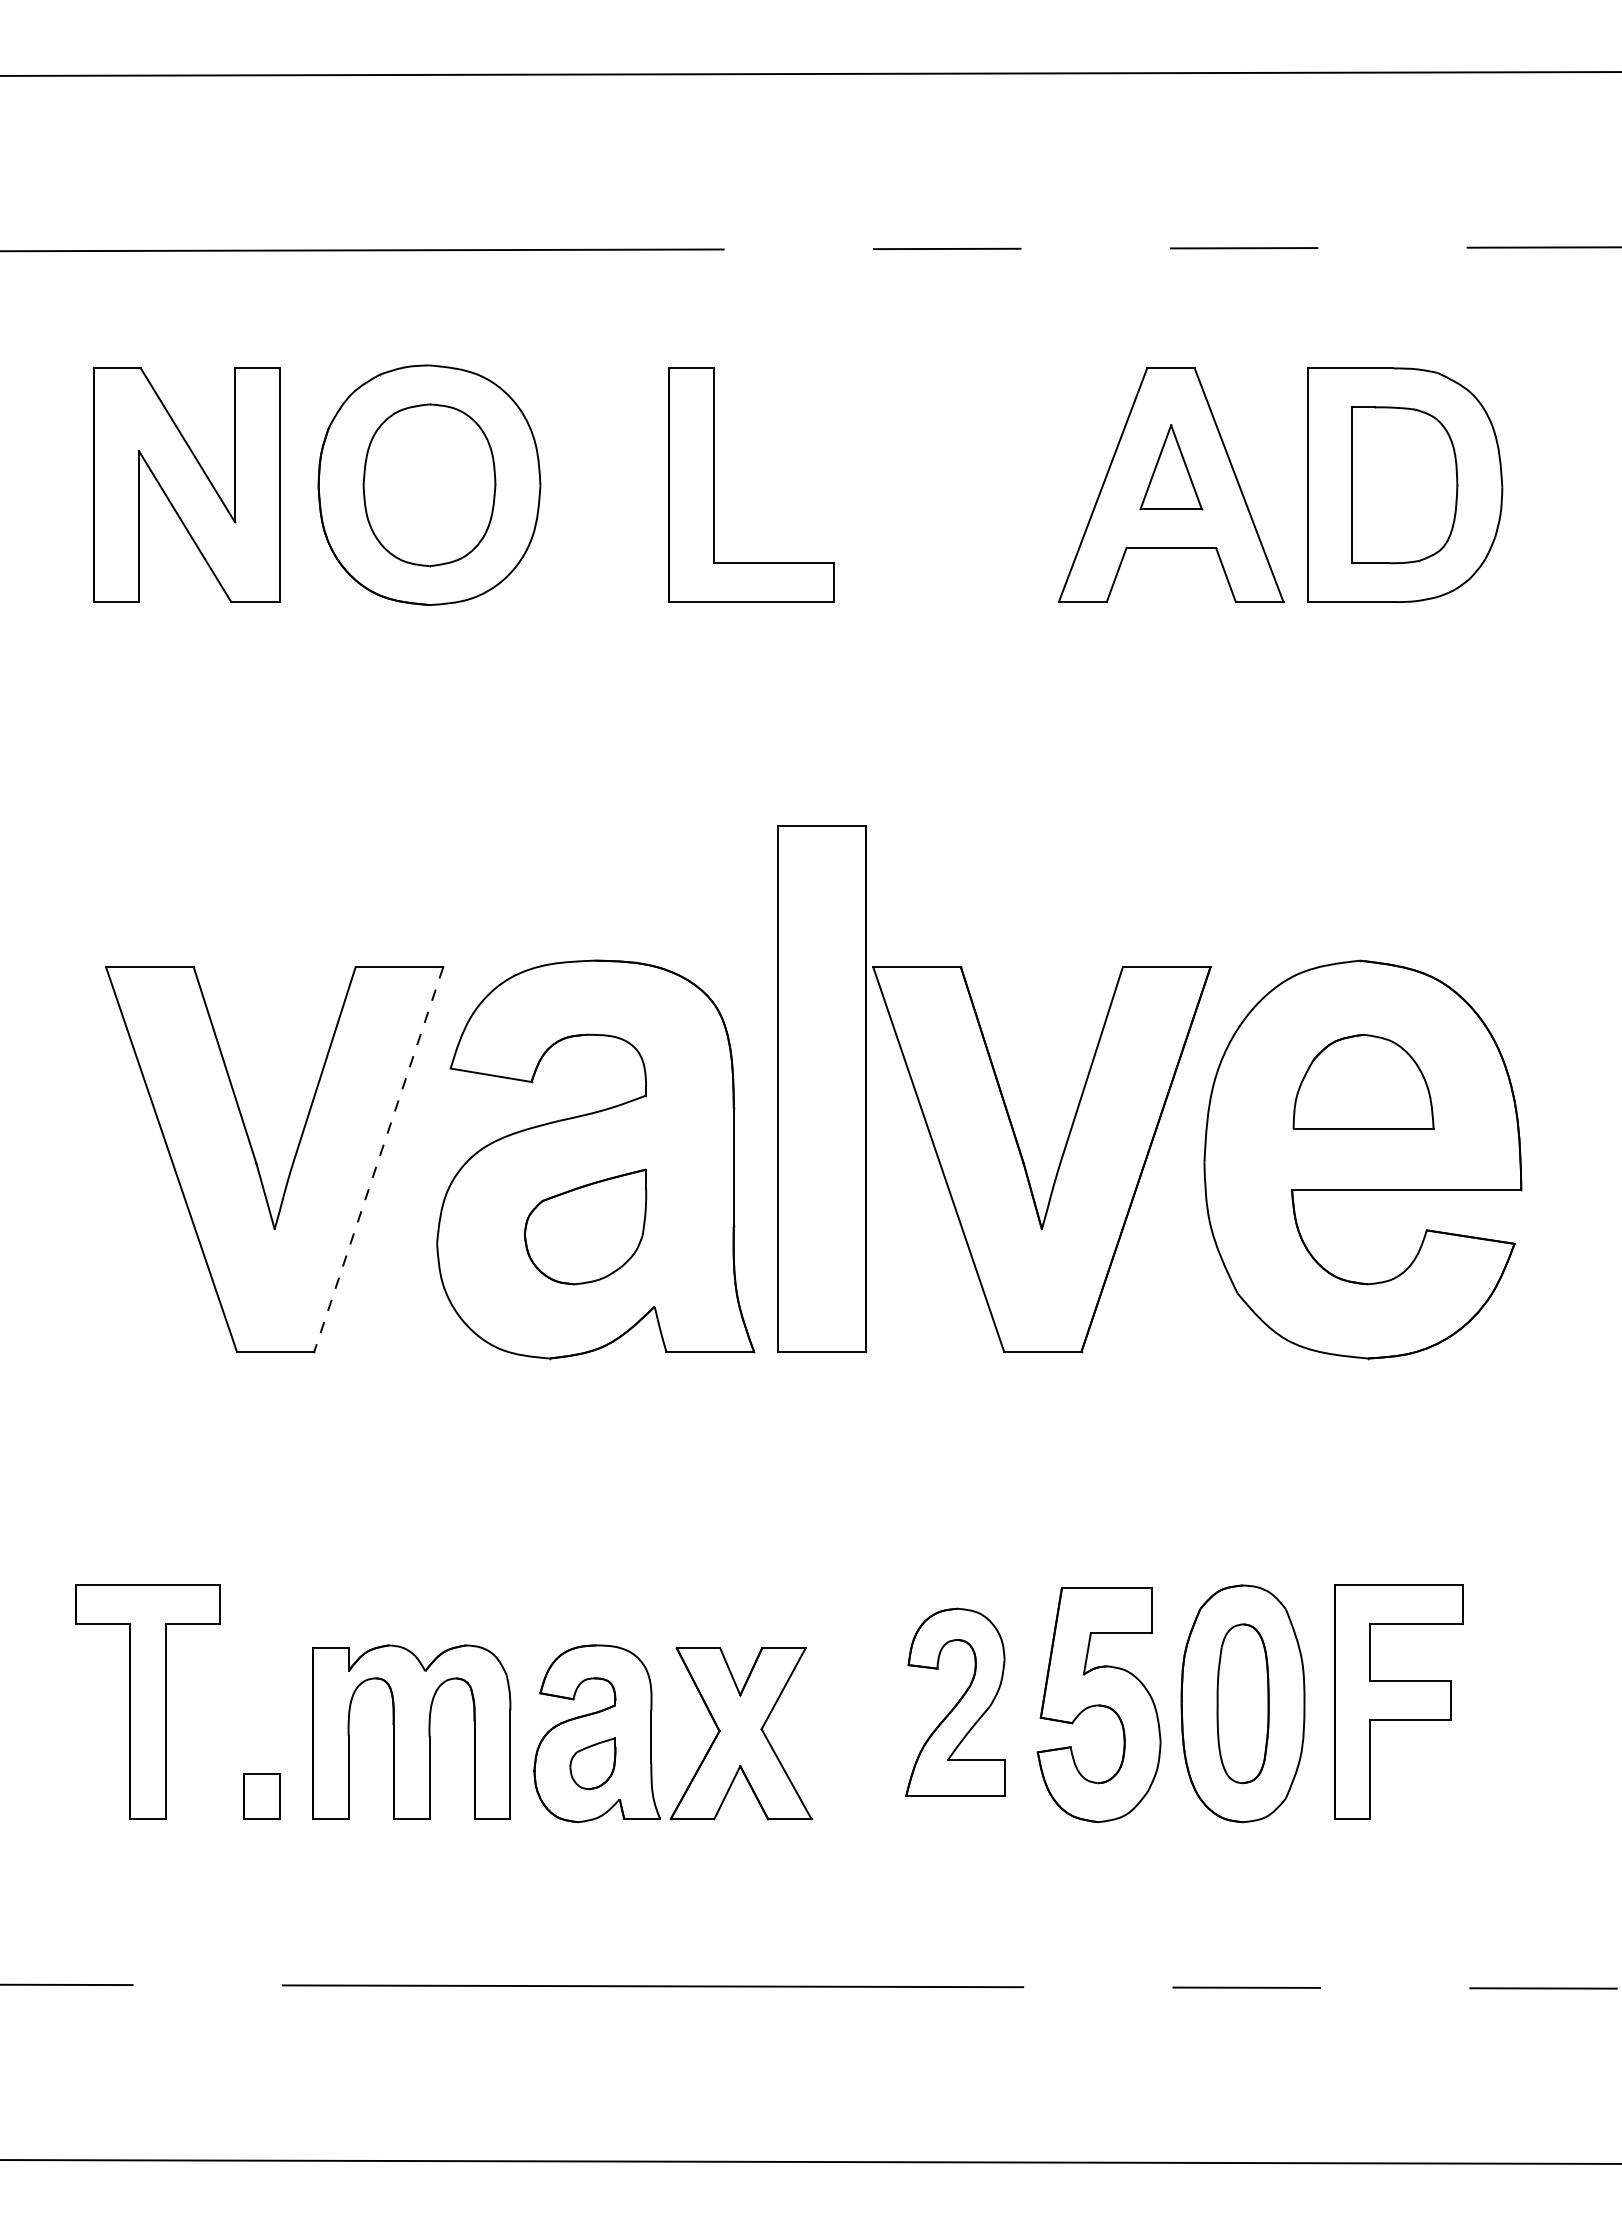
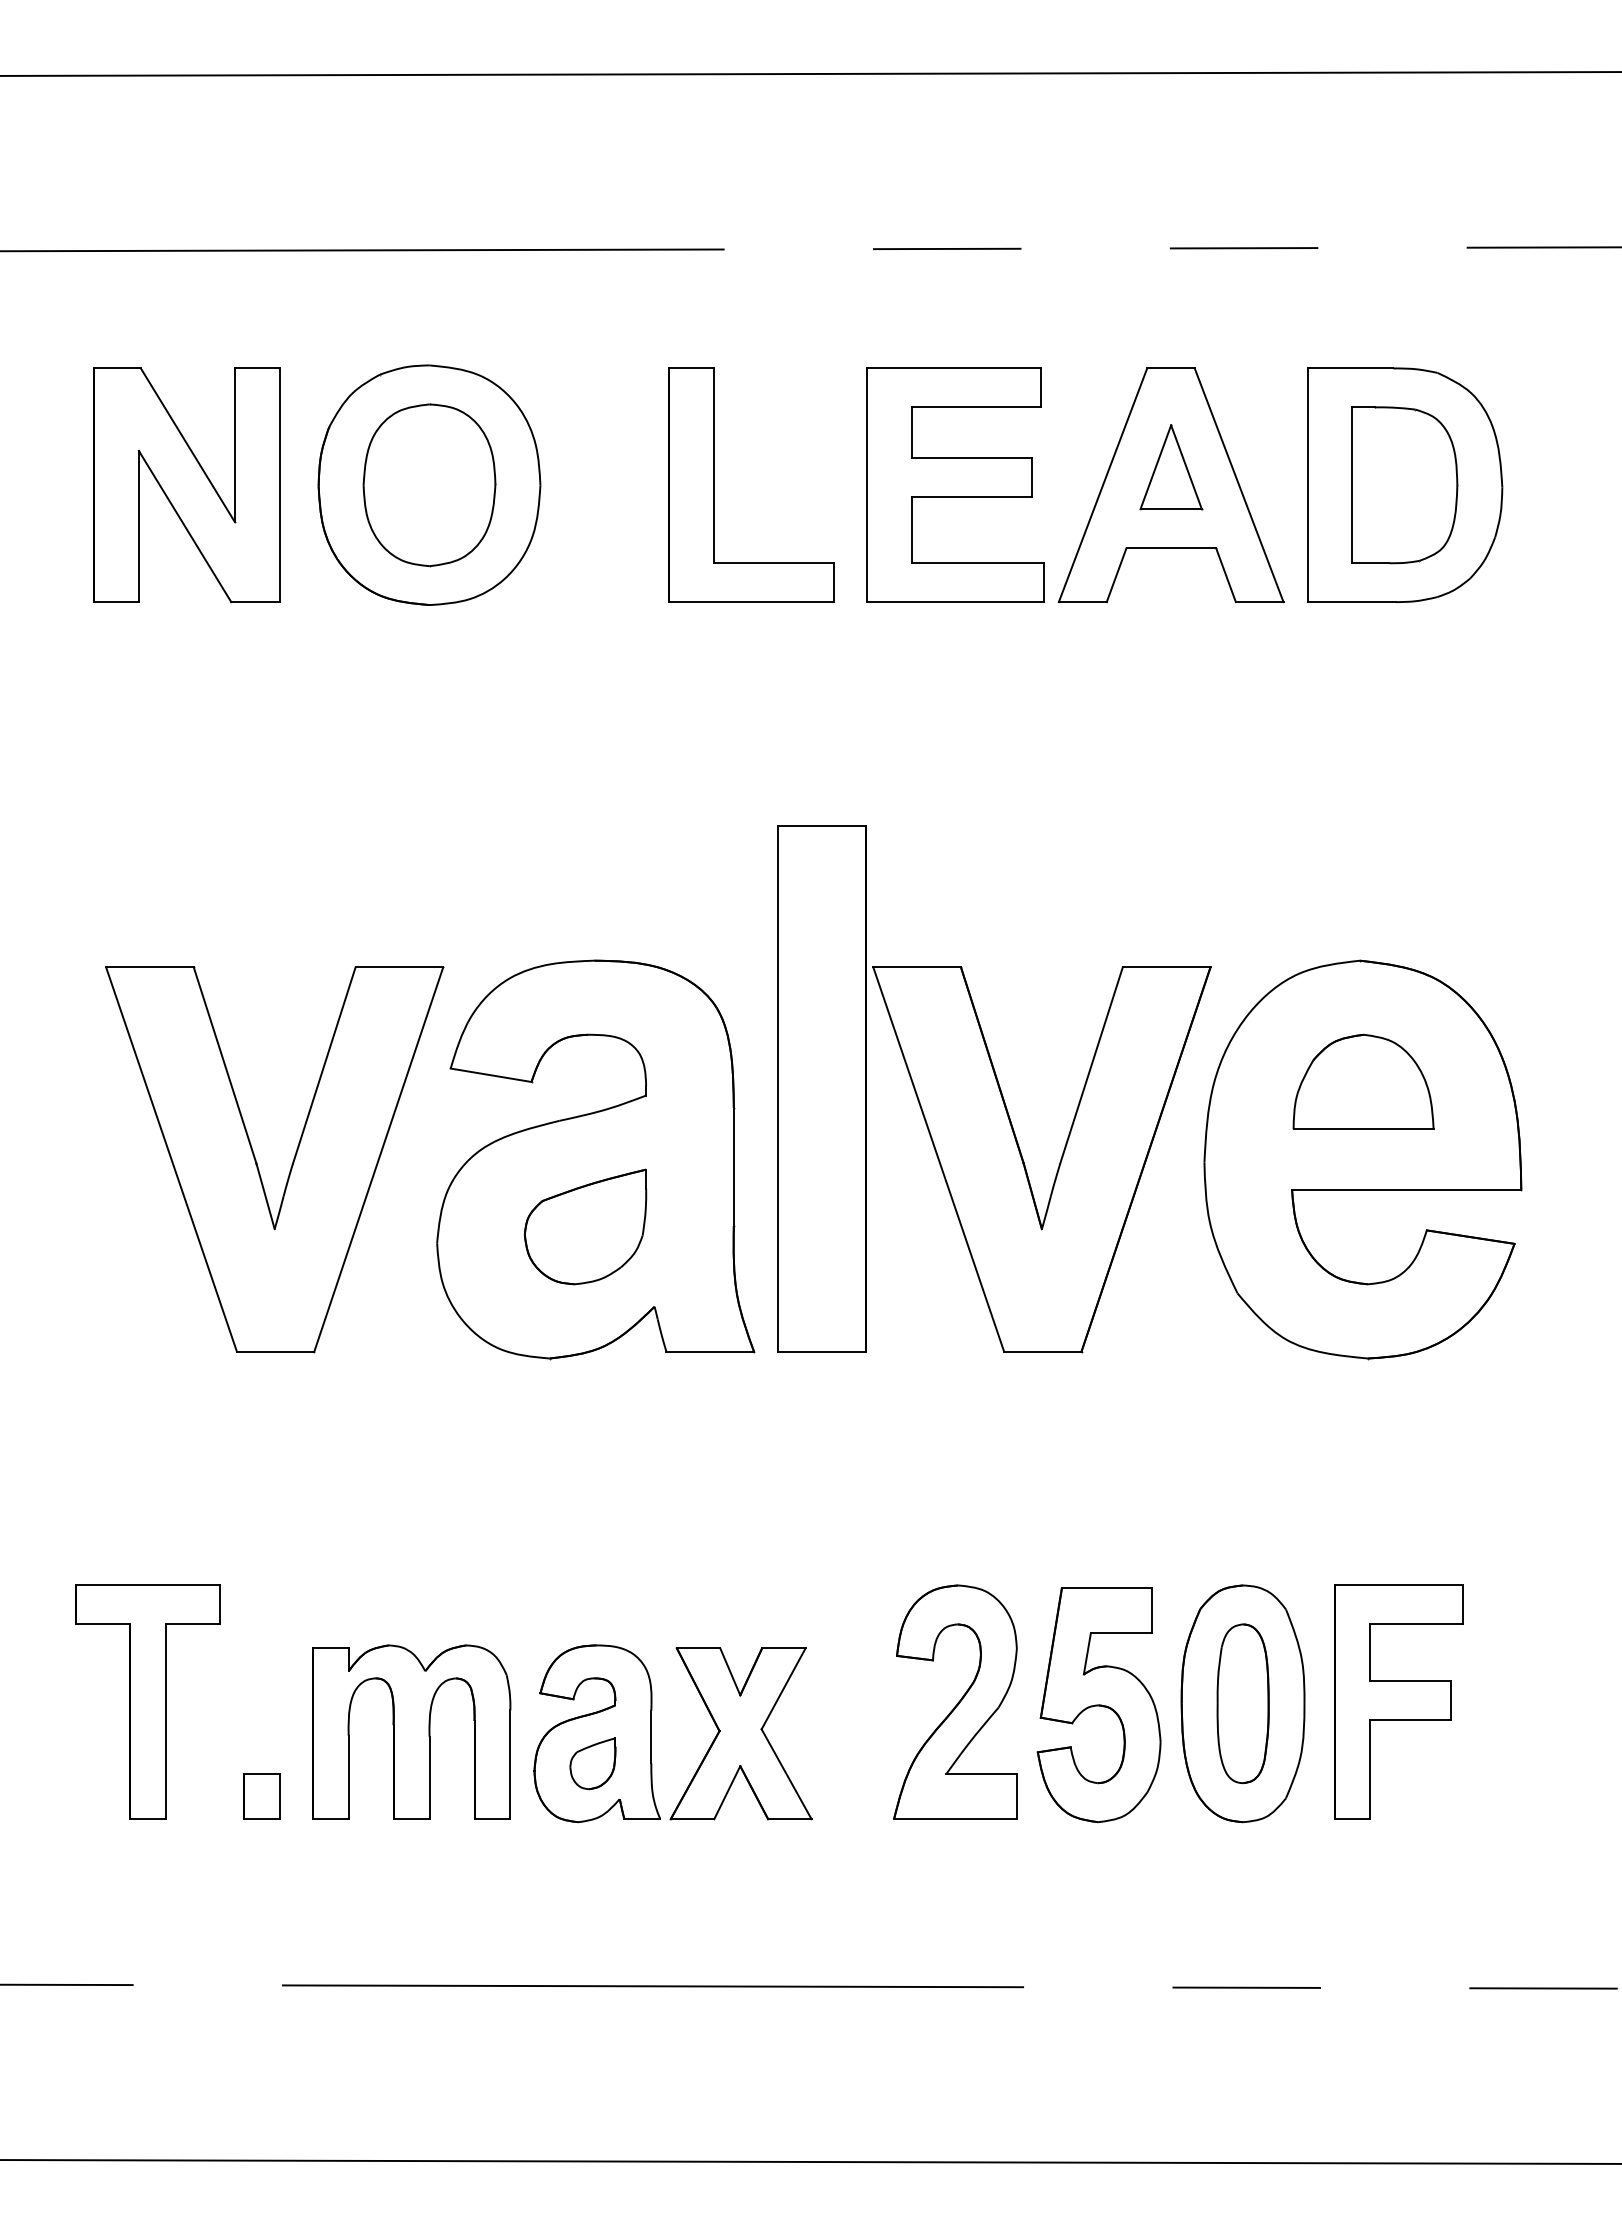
part at (955, 484): none -> present
line at (378, 1159): dashed -> solid
part at (955, 1701) size: 101x190 px -> 125x236 px
